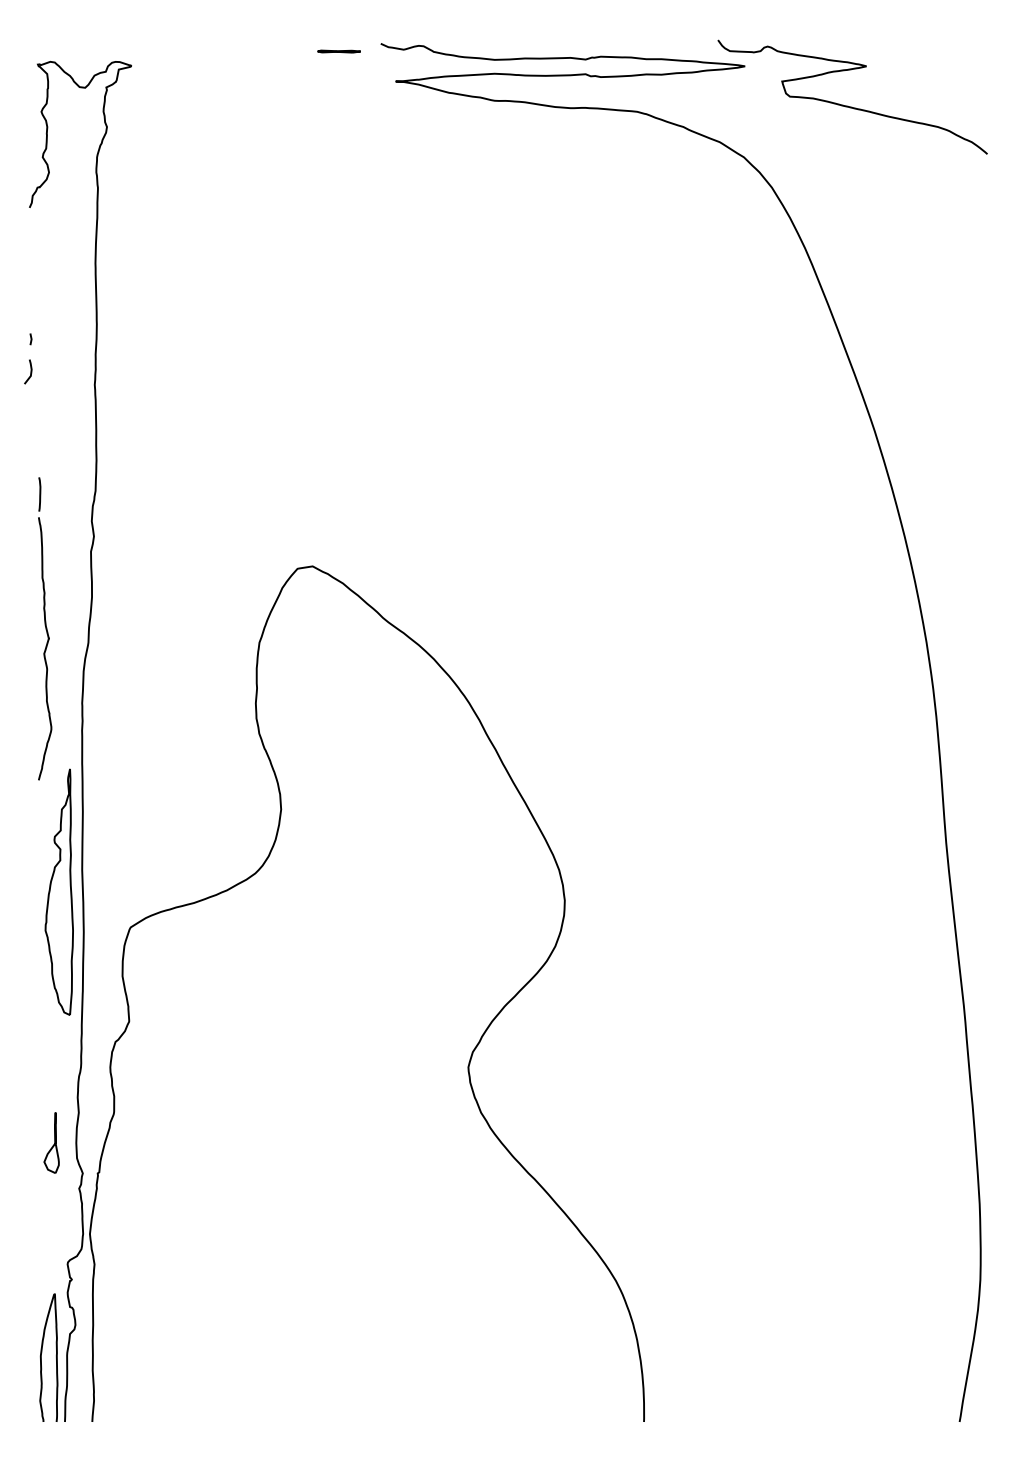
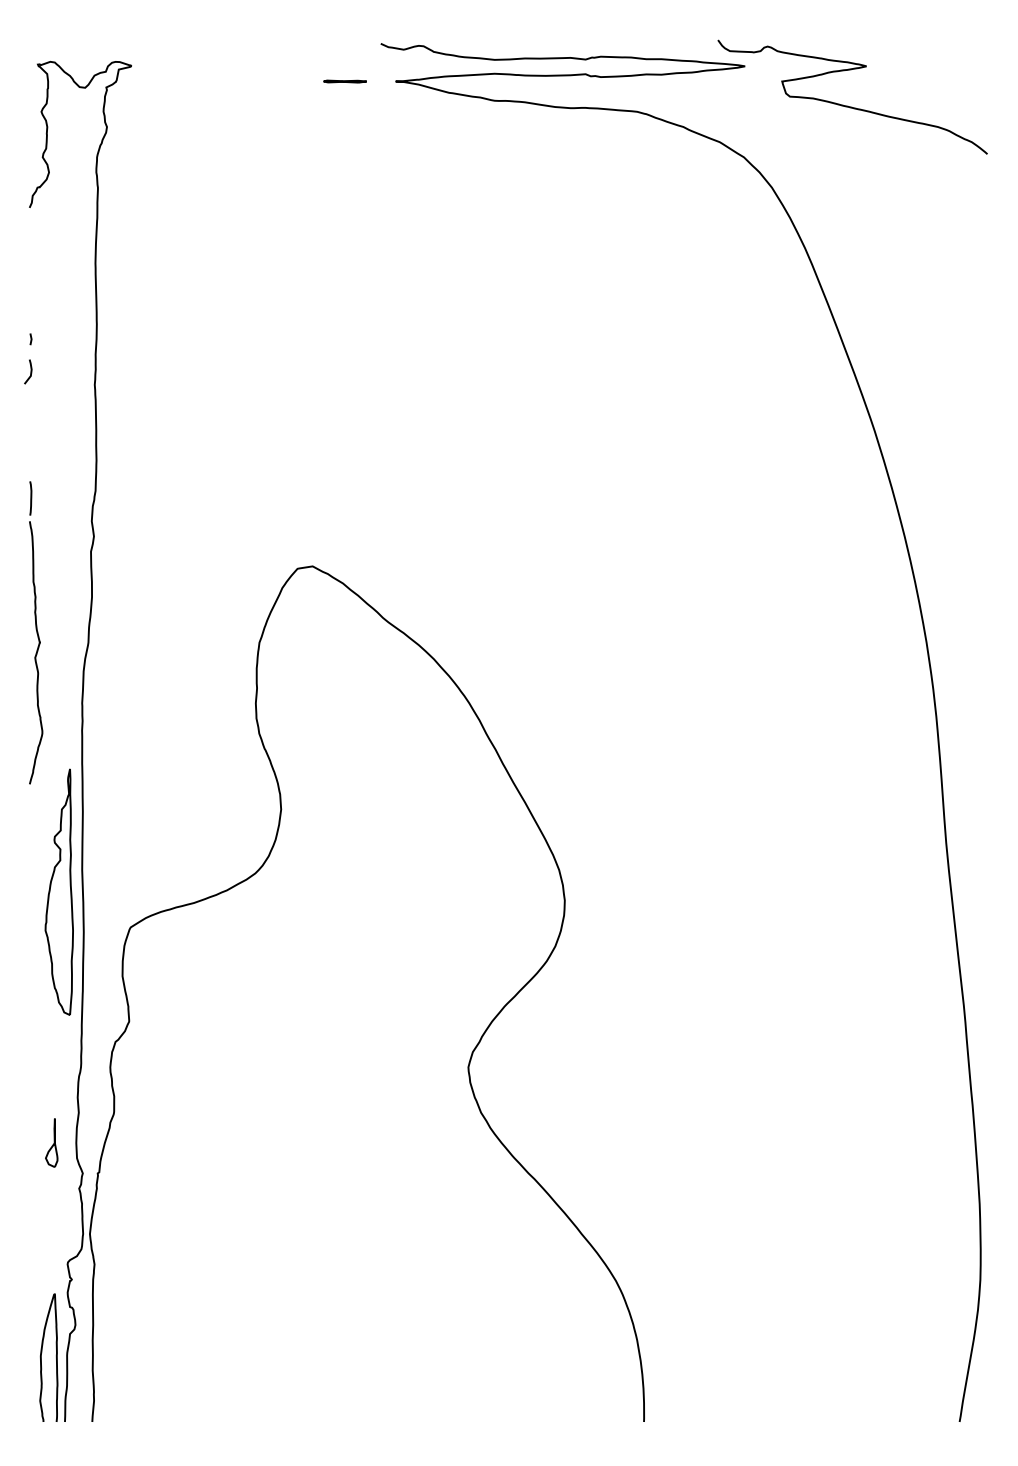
line at (338, 51) position: (338, 51) -> (344, 81)
part at (45, 628) position: (45, 628) -> (36, 632)
part at (51, 1142) size: 17x62 px -> 14x50 px
